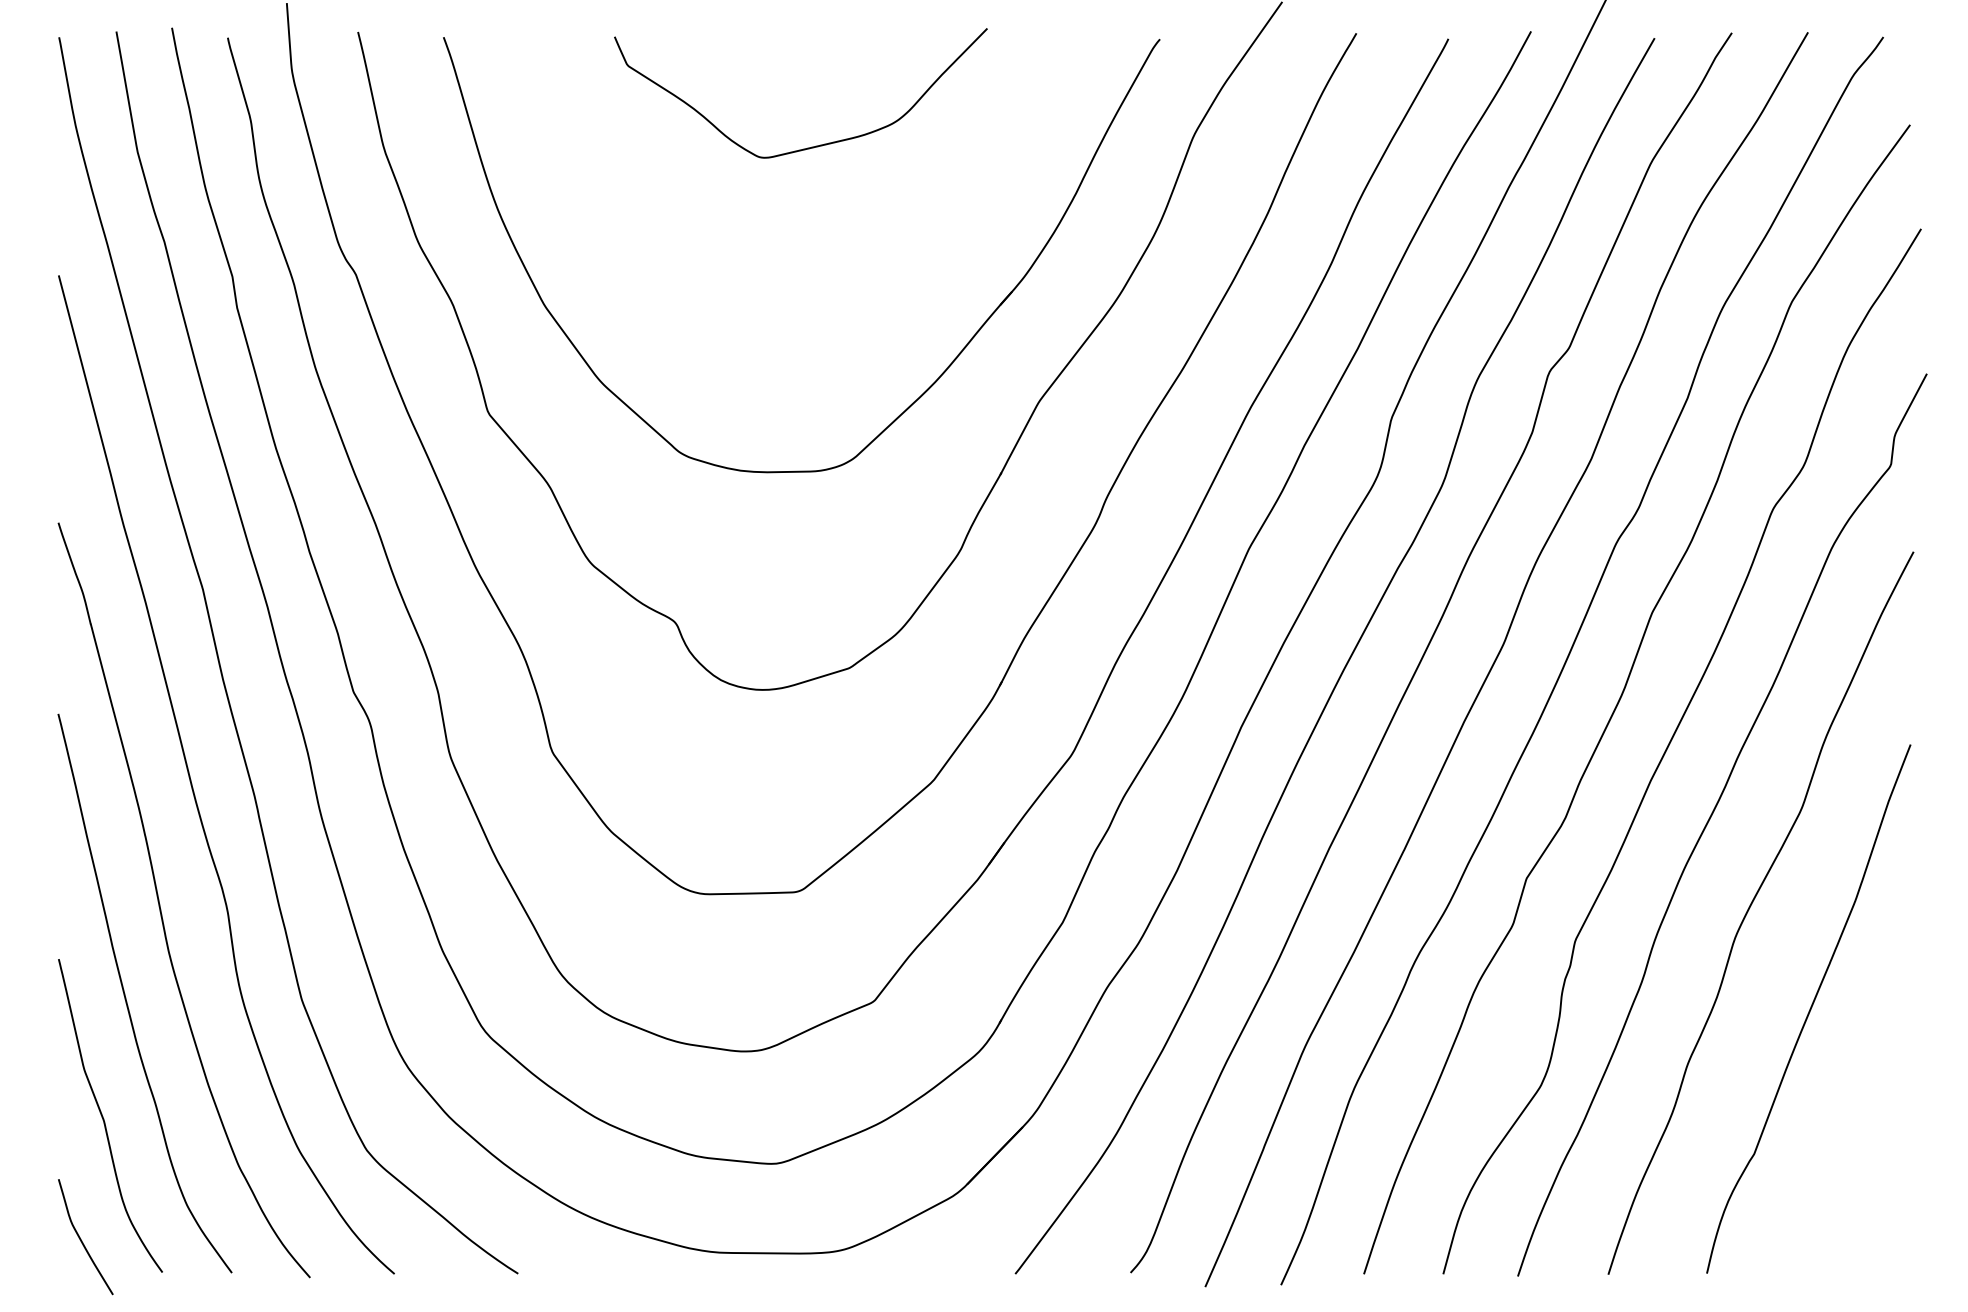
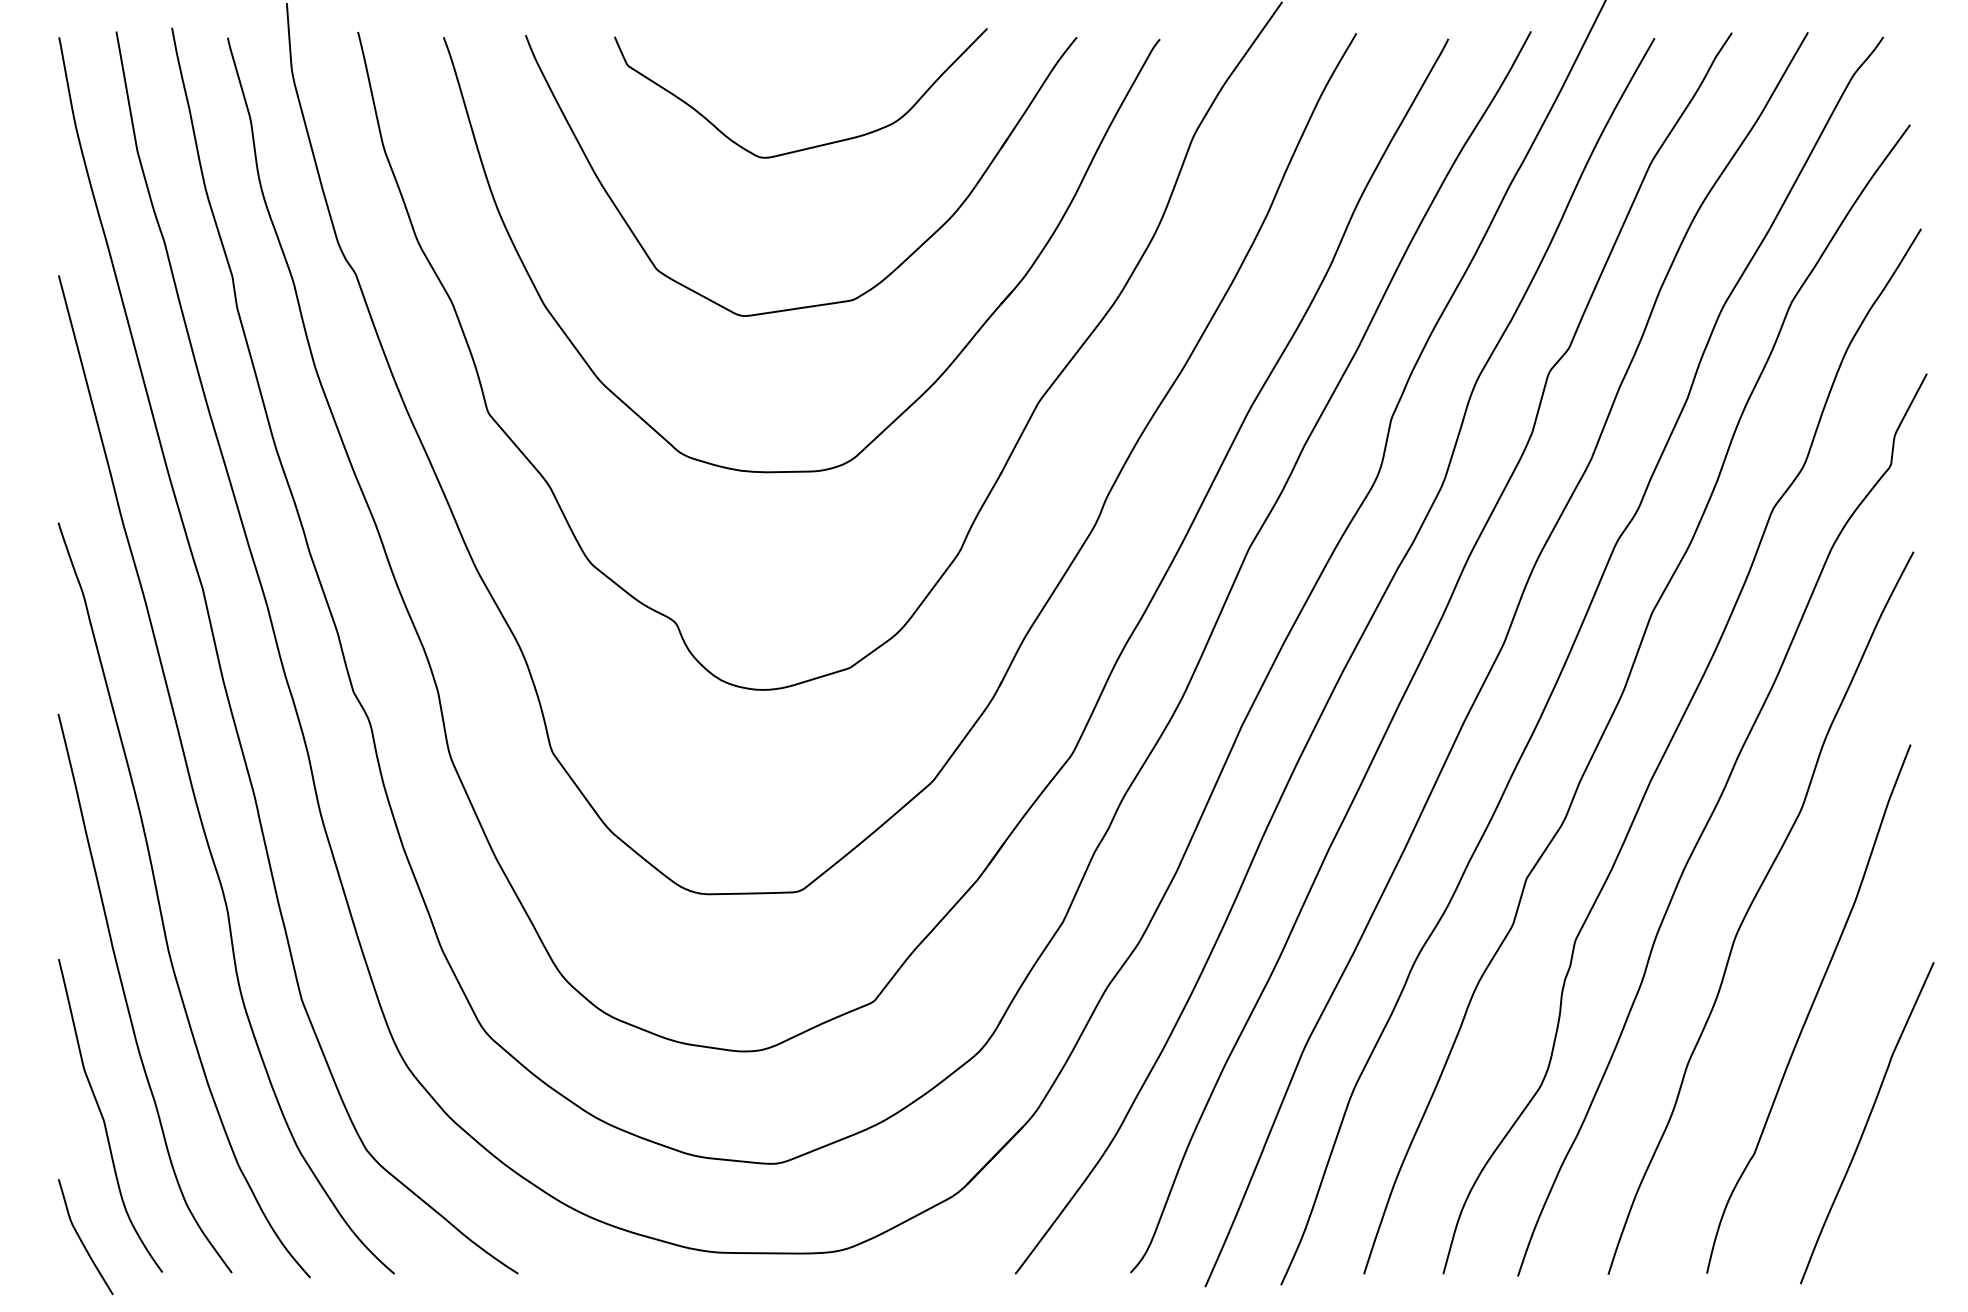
part at (816, 304): none -> present
curve at (1867, 1123): none -> present
